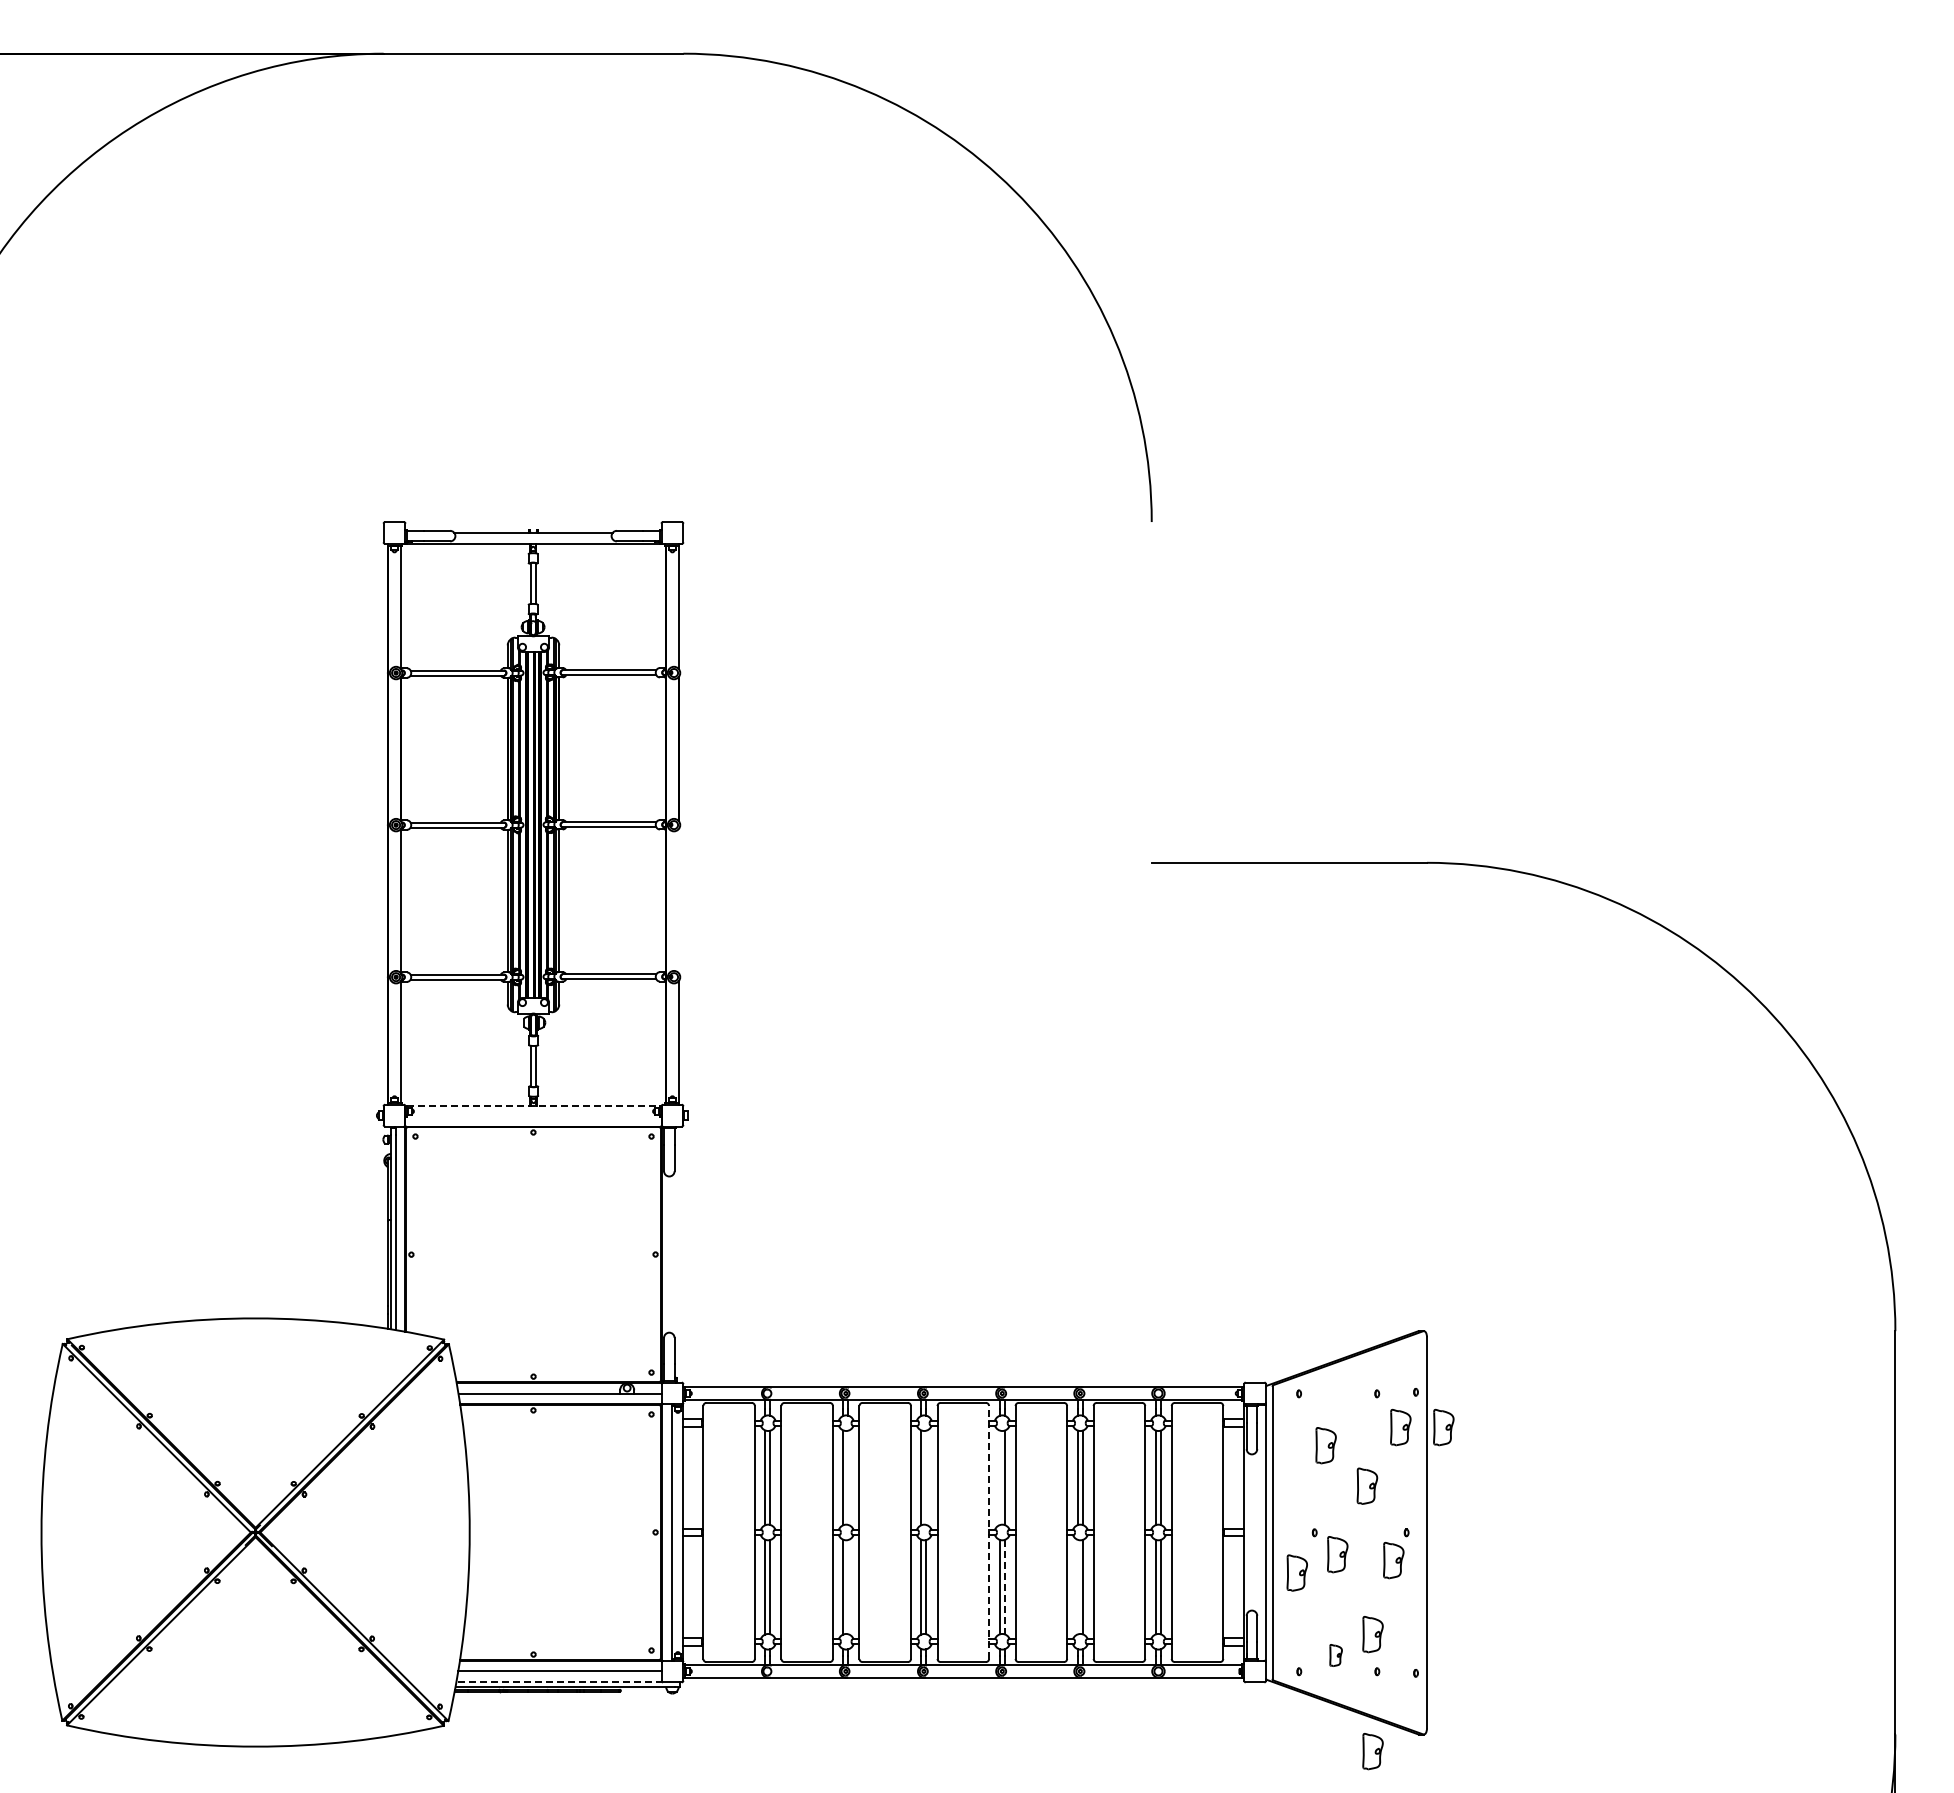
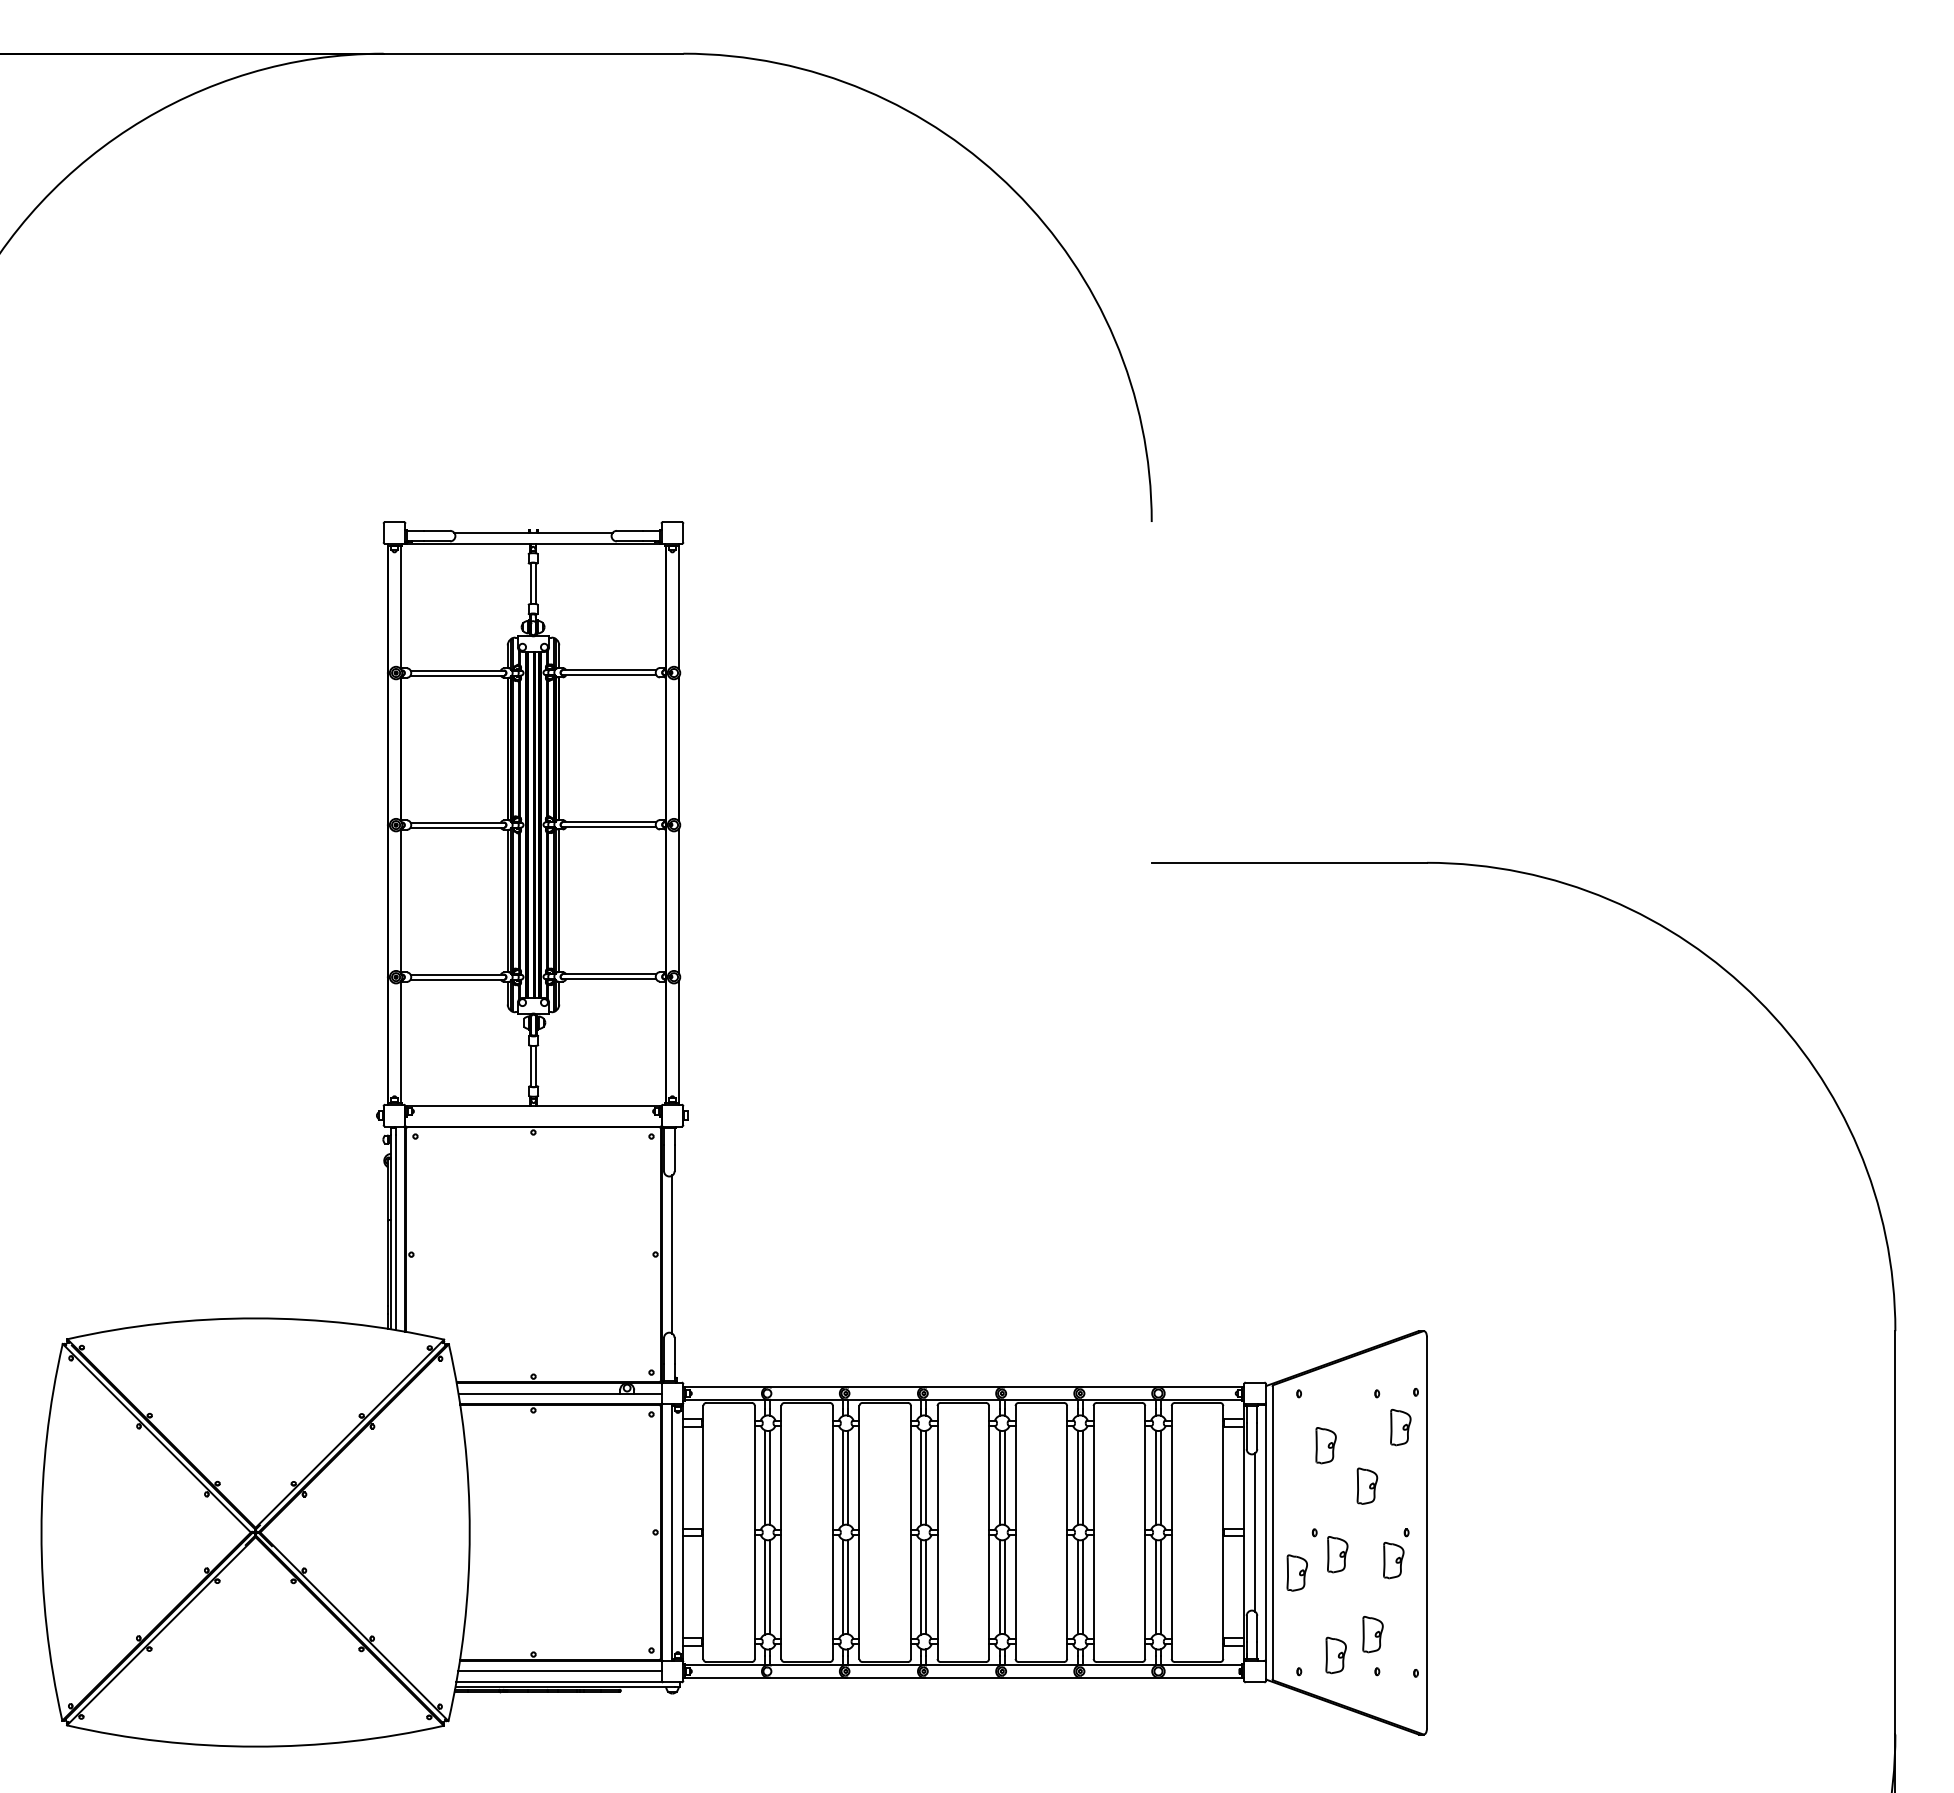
line at (679, 900): none -> present
line at (534, 1105): dashed -> solid
line at (672, 1254): none -> present
part at (1443, 1427): present -> none
line at (848, 1477): none -> present
line at (926, 1477): none -> present
line at (999, 1477): none -> present
line at (989, 1531): dashed -> solid
line at (1255, 1532): none -> present
line at (848, 1586): none -> present
line at (1077, 1586): none -> present
line at (1004, 1587): dashed -> solid
part at (1335, 1655) size: 14x23 px -> 22x39 px
line at (559, 1682): dashed -> solid
part at (1372, 1751): present -> none
